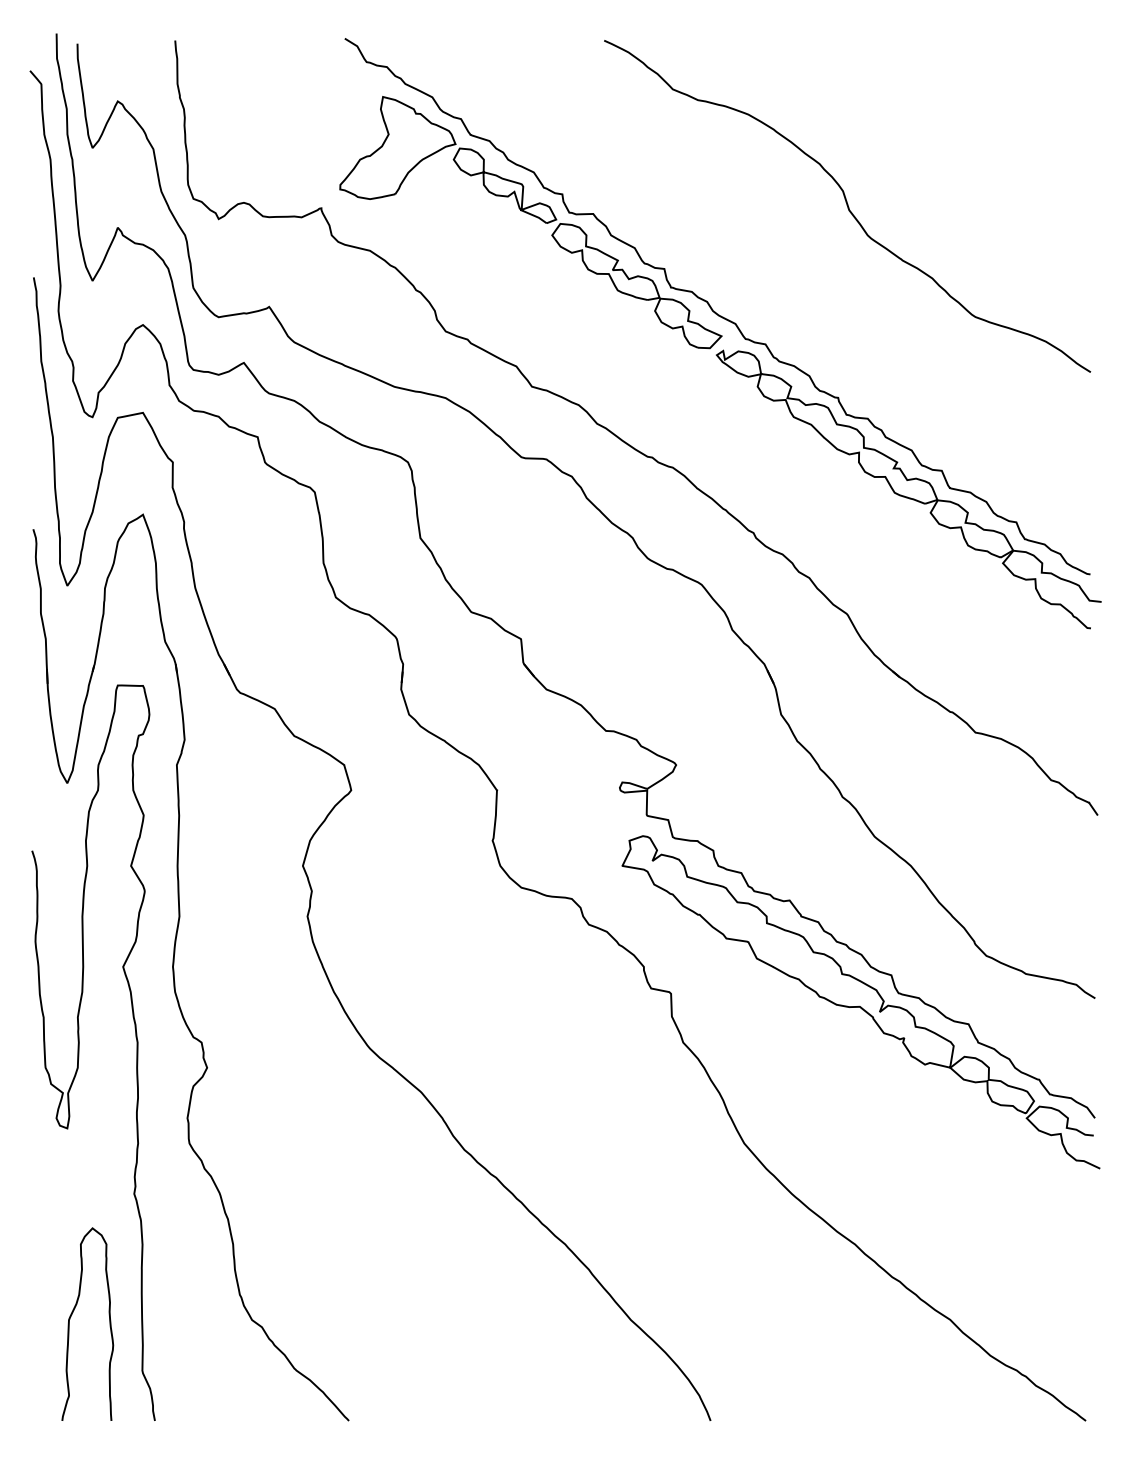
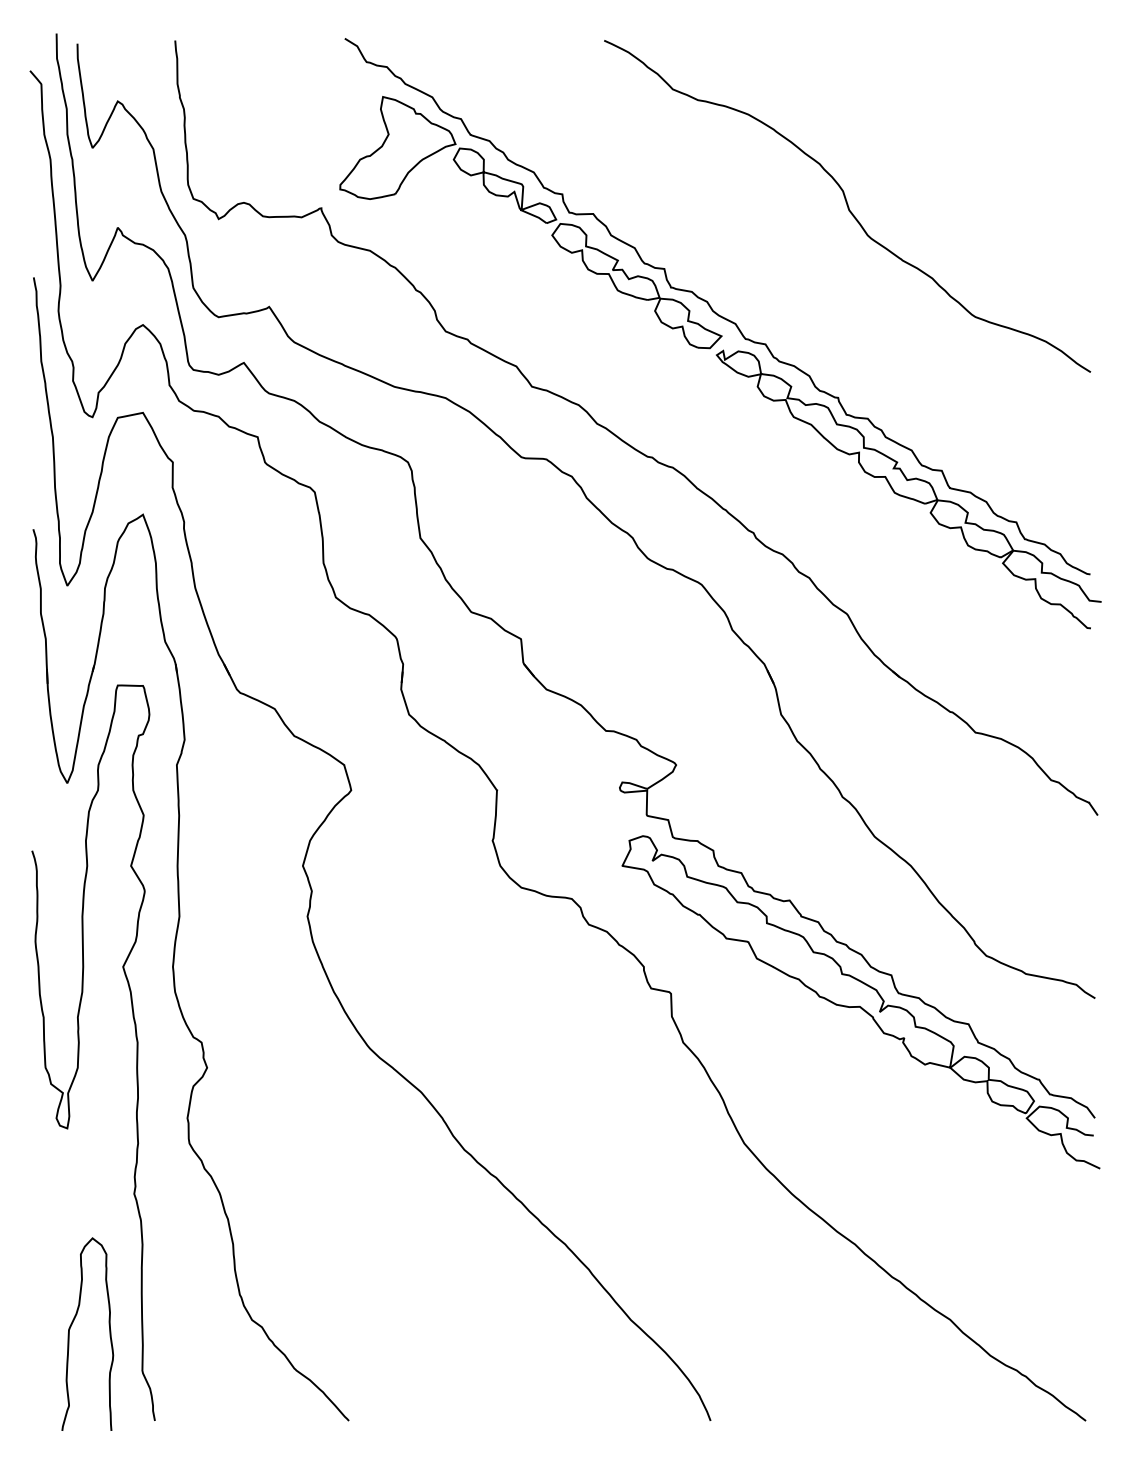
curve at (71, 1316) position: (71, 1316) -> (71, 1326)
